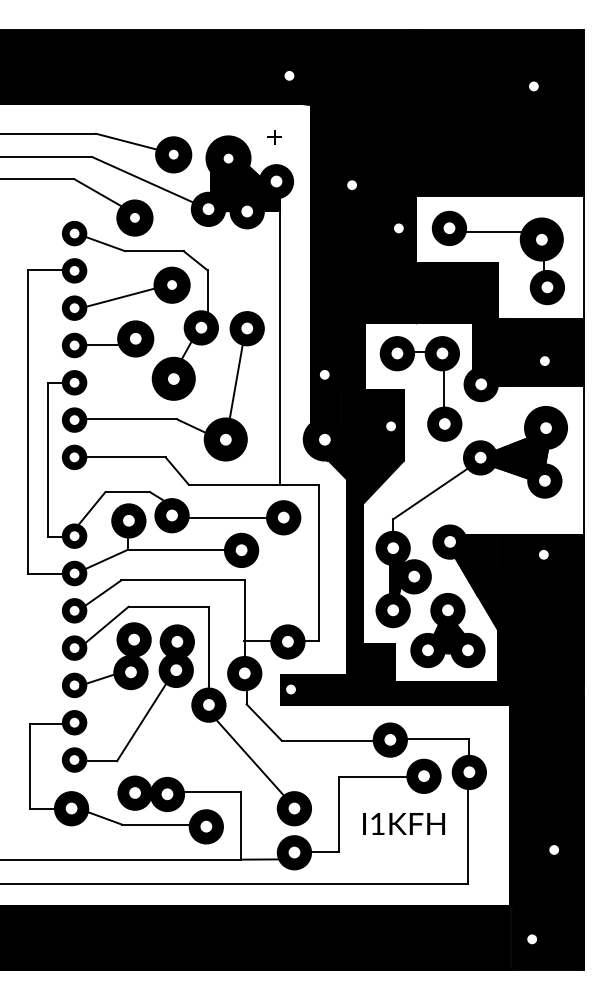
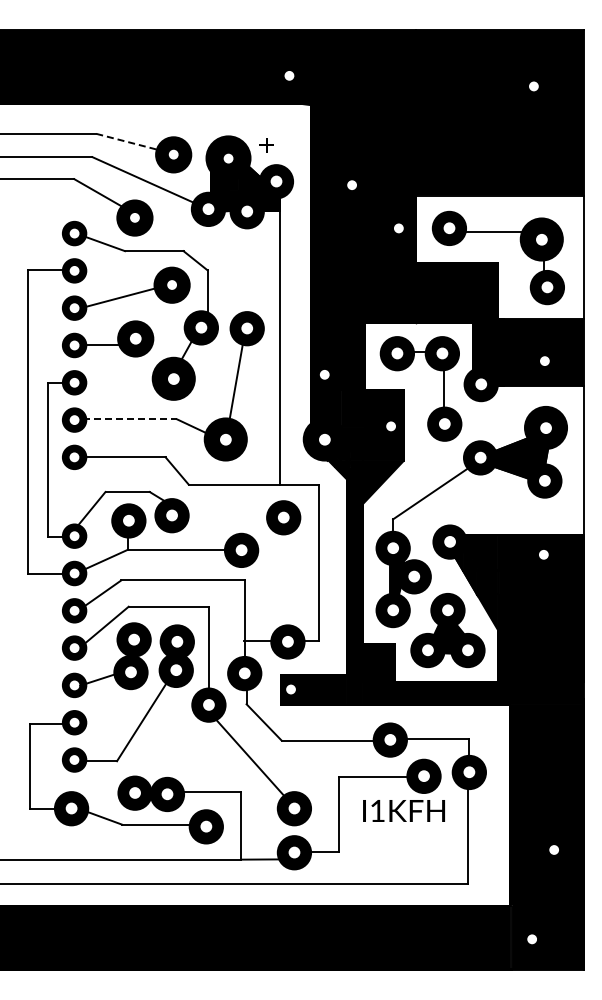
text at (274, 137) position: (274, 137) -> (266, 145)
line at (129, 142): solid -> dashed
line at (130, 419): solid -> dashed
line at (226, 518): present -> none
text at (403, 823) position: (403, 823) -> (403, 810)
